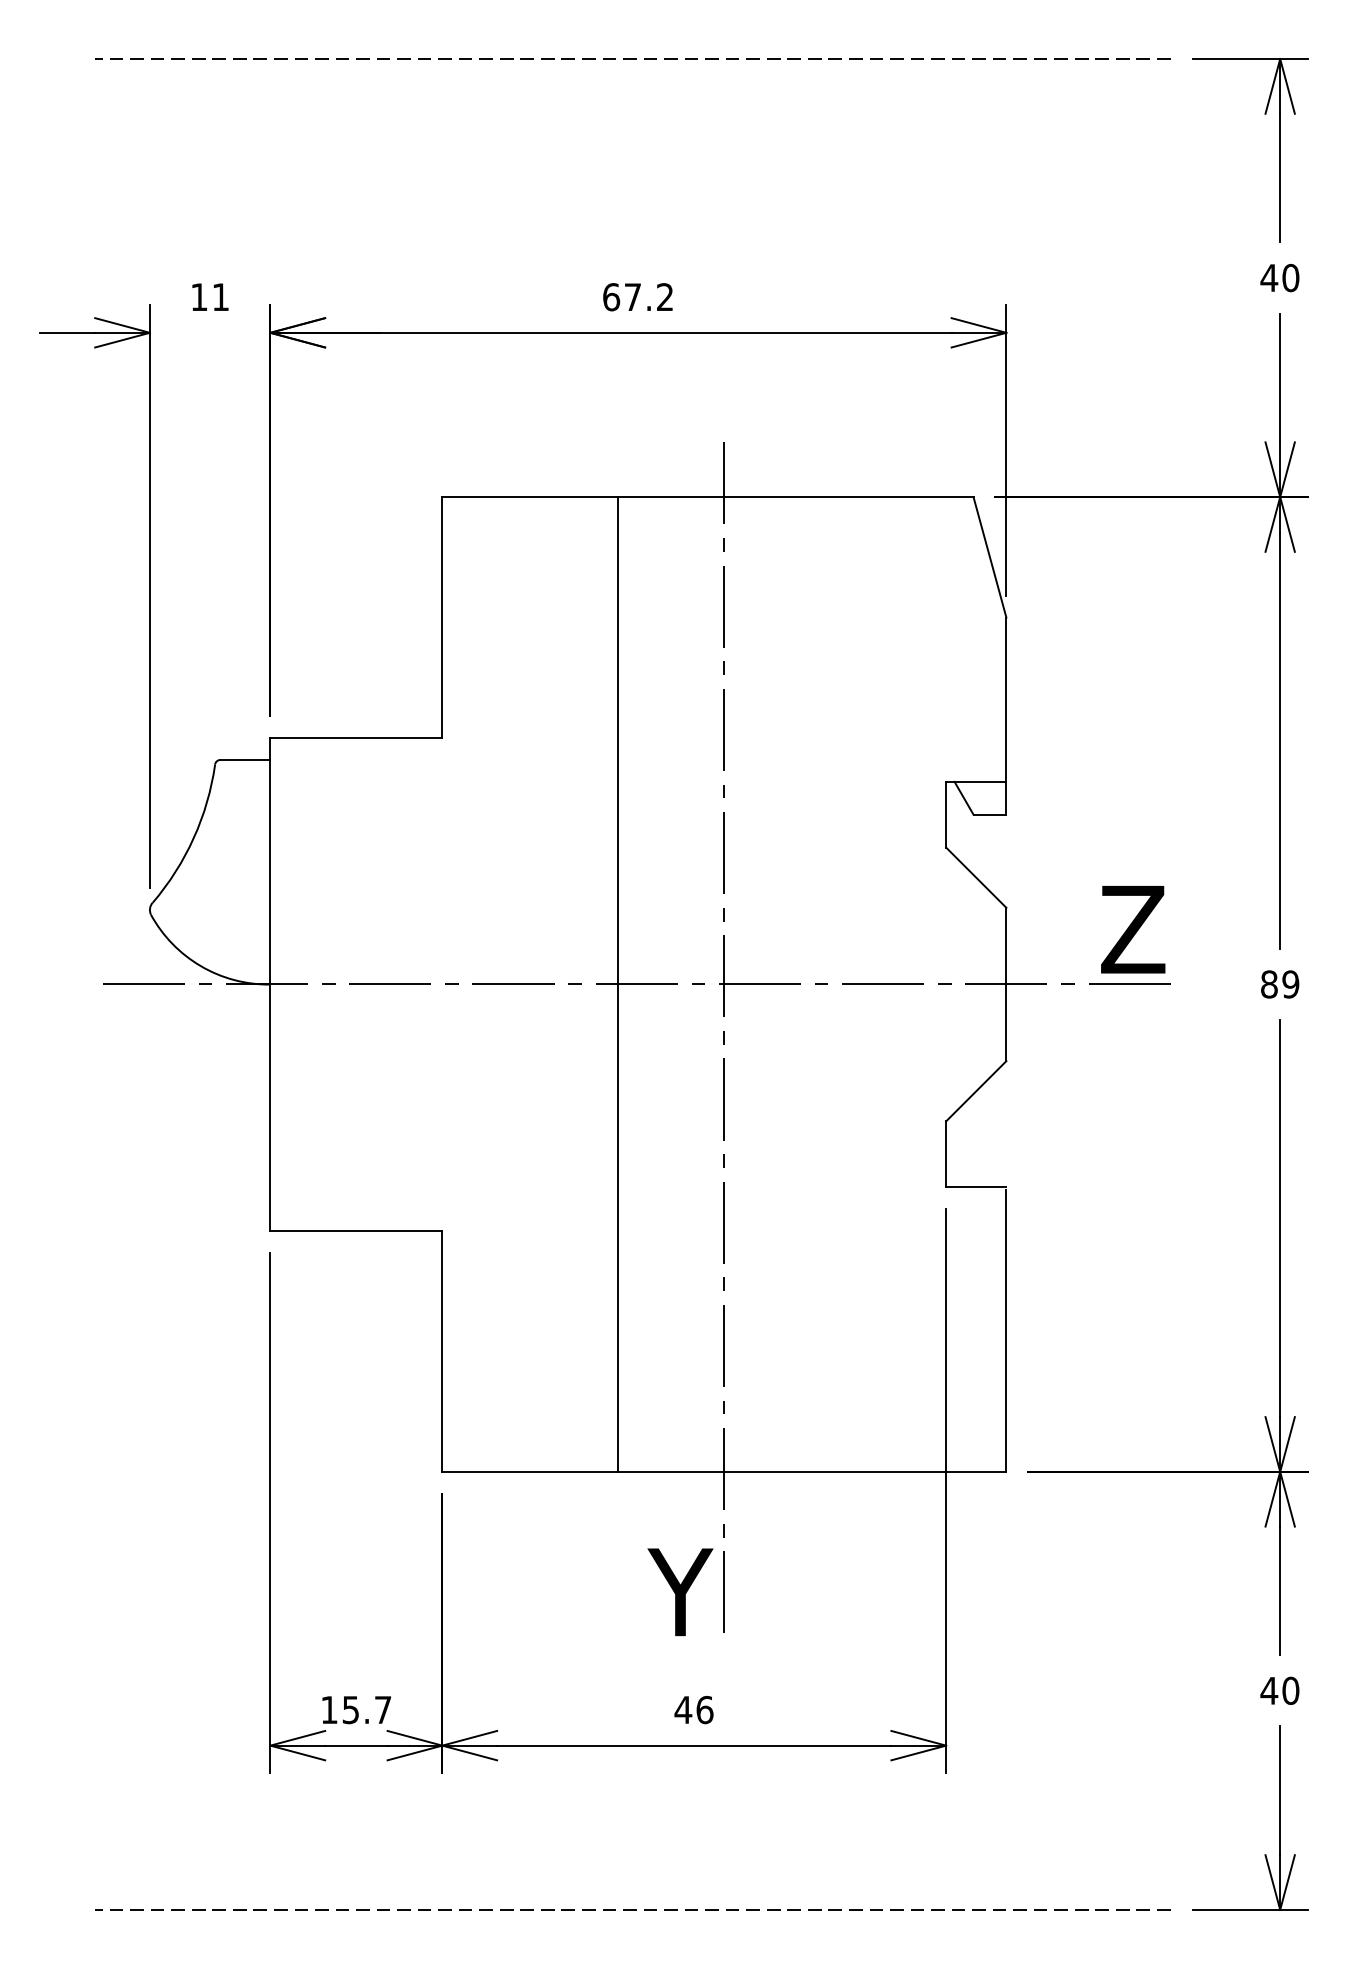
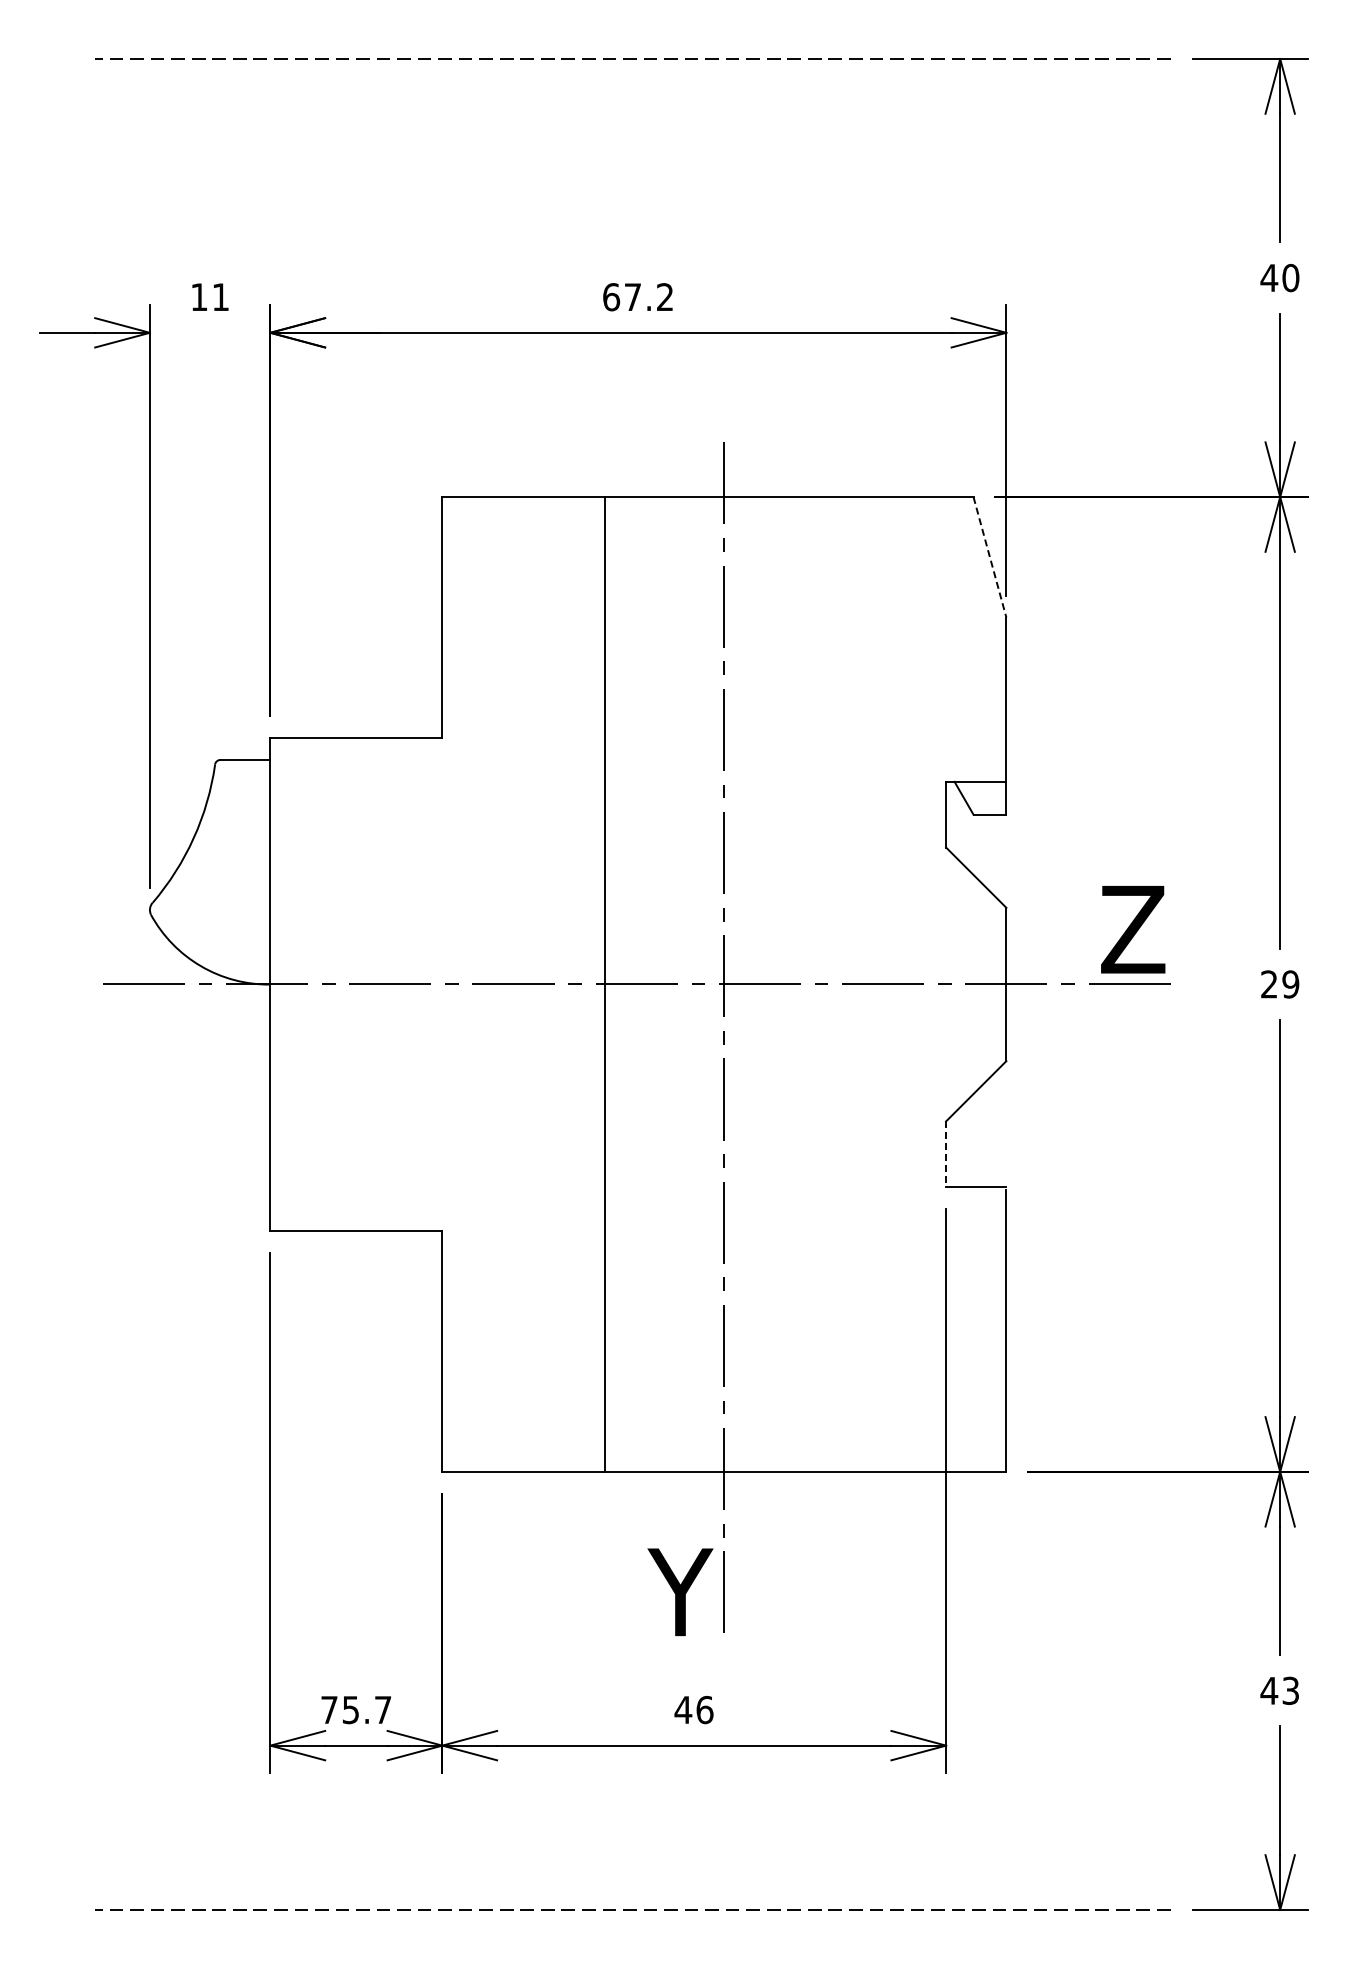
line at (990, 557): solid -> dashed
line at (617, 984) position: (617, 984) -> (604, 984)
text at (1269, 984): 89 -> 29
line at (946, 1154): solid -> dashed
text at (1290, 1690): 40 -> 43
text at (329, 1709): 15.7 -> 75.7
